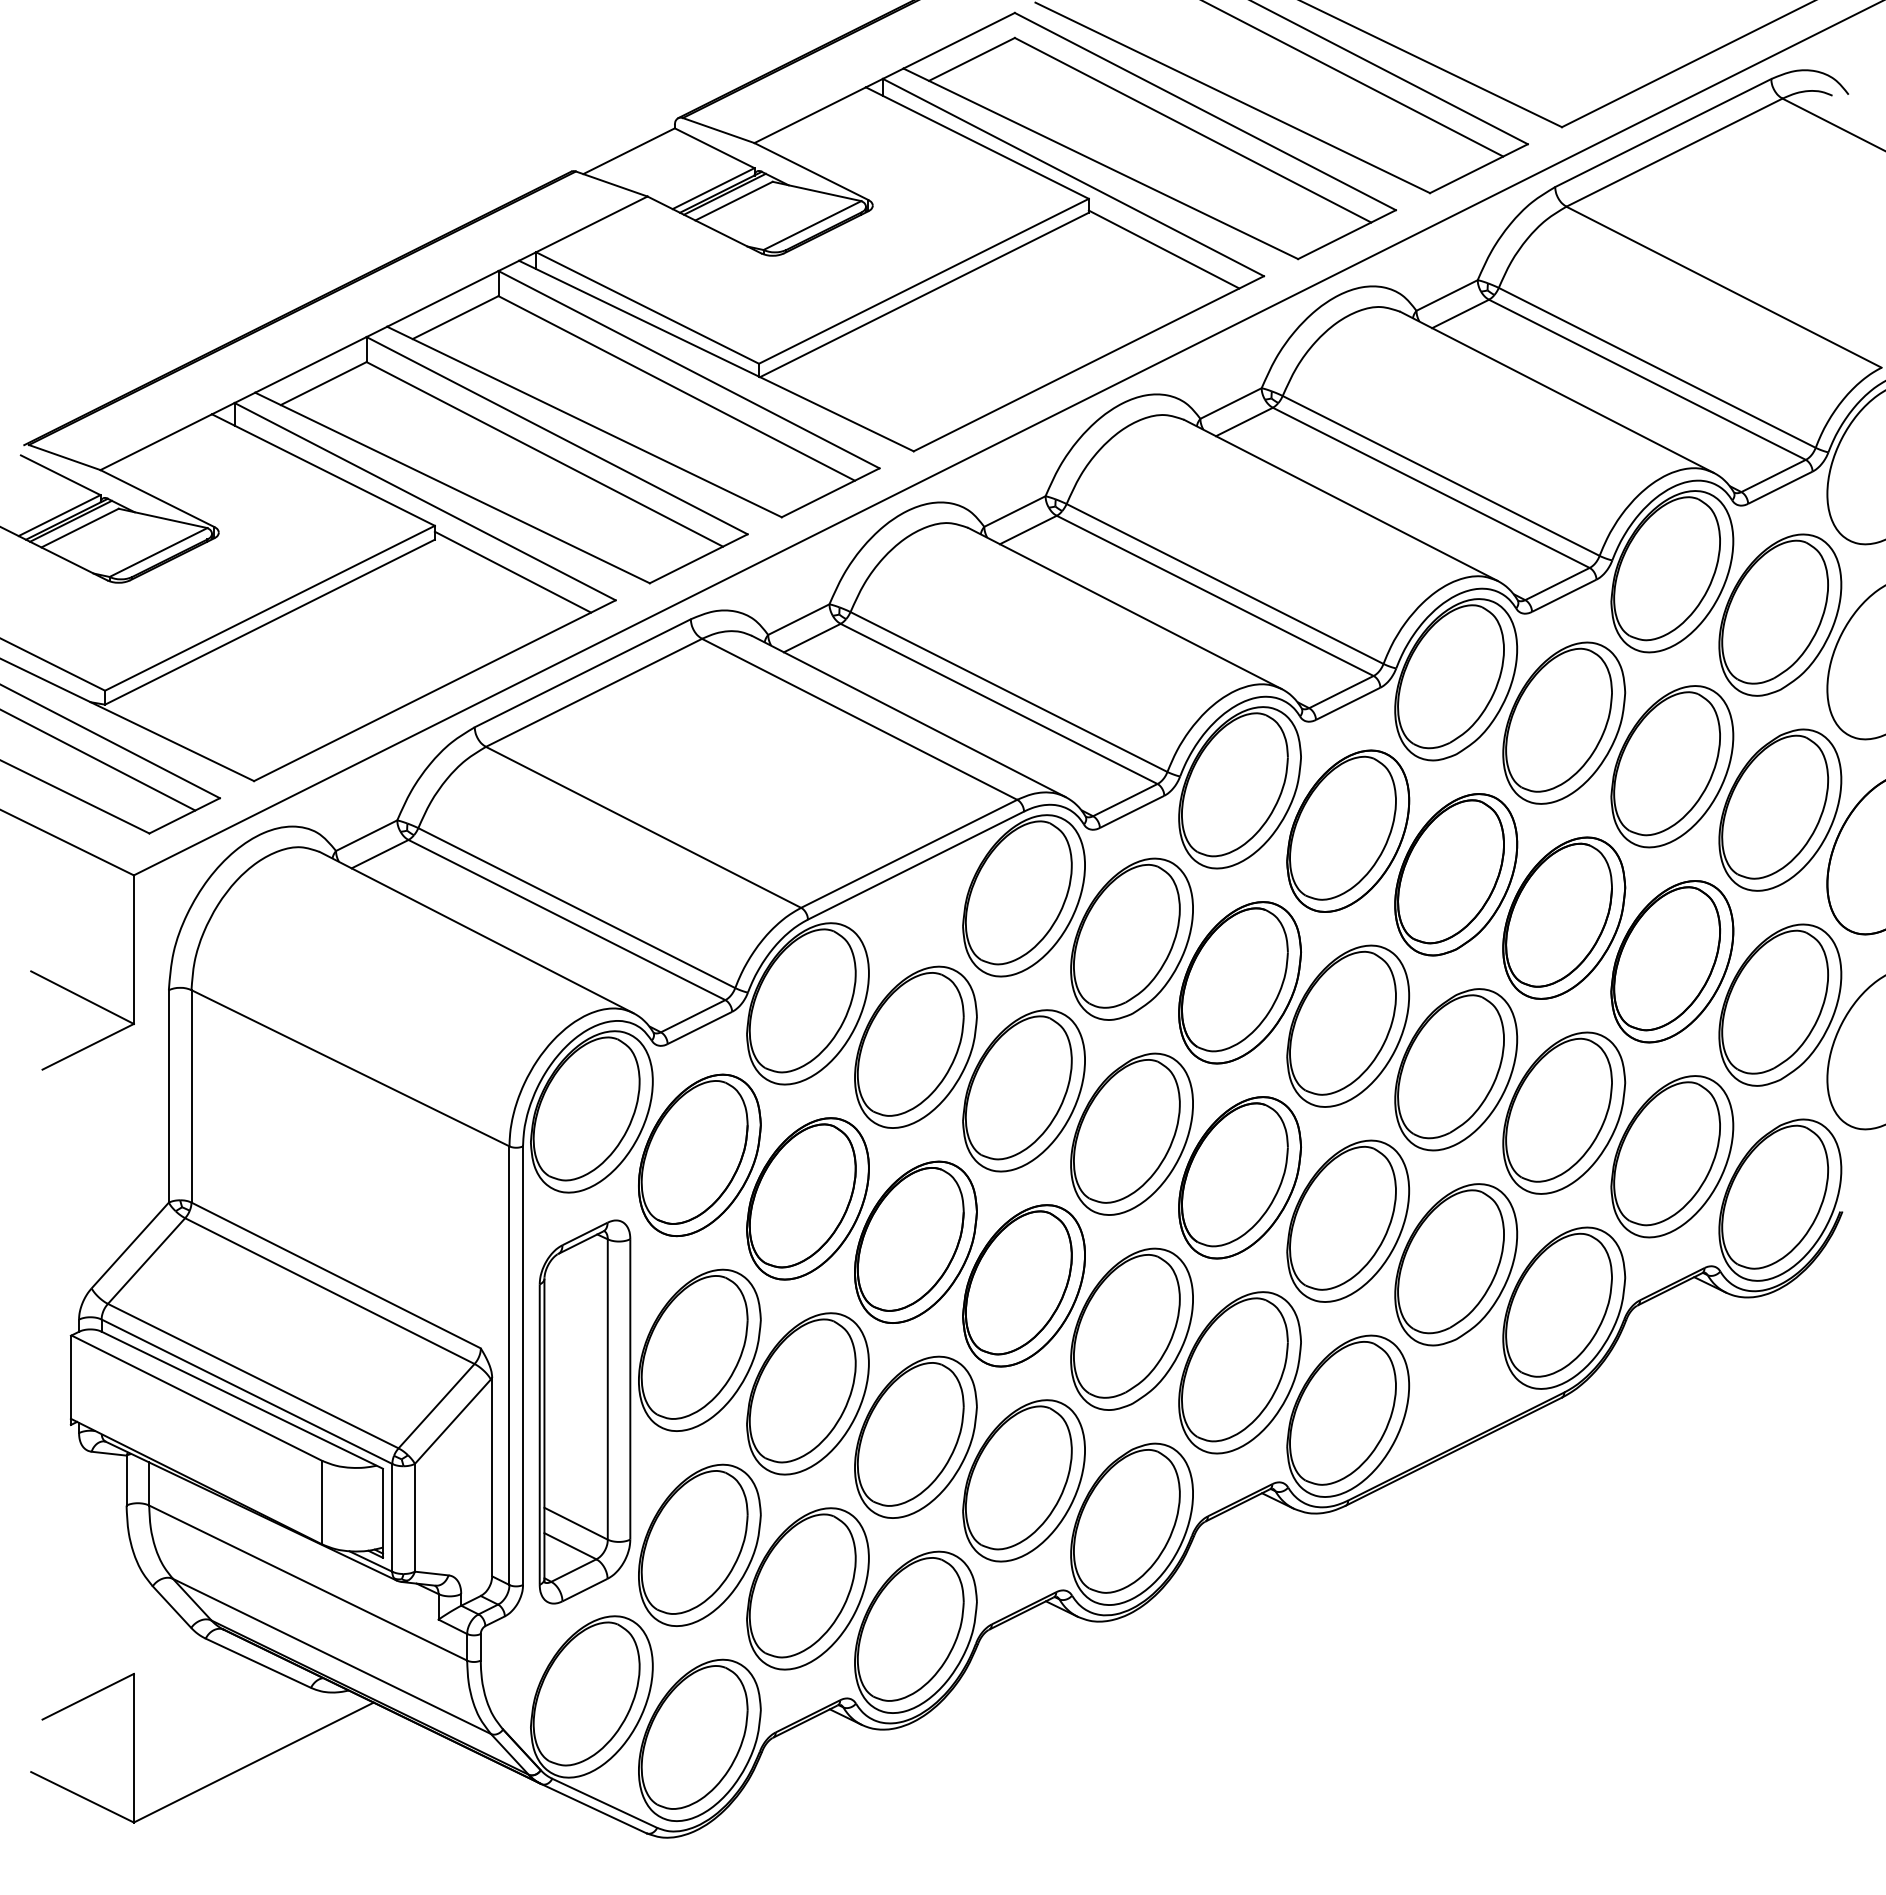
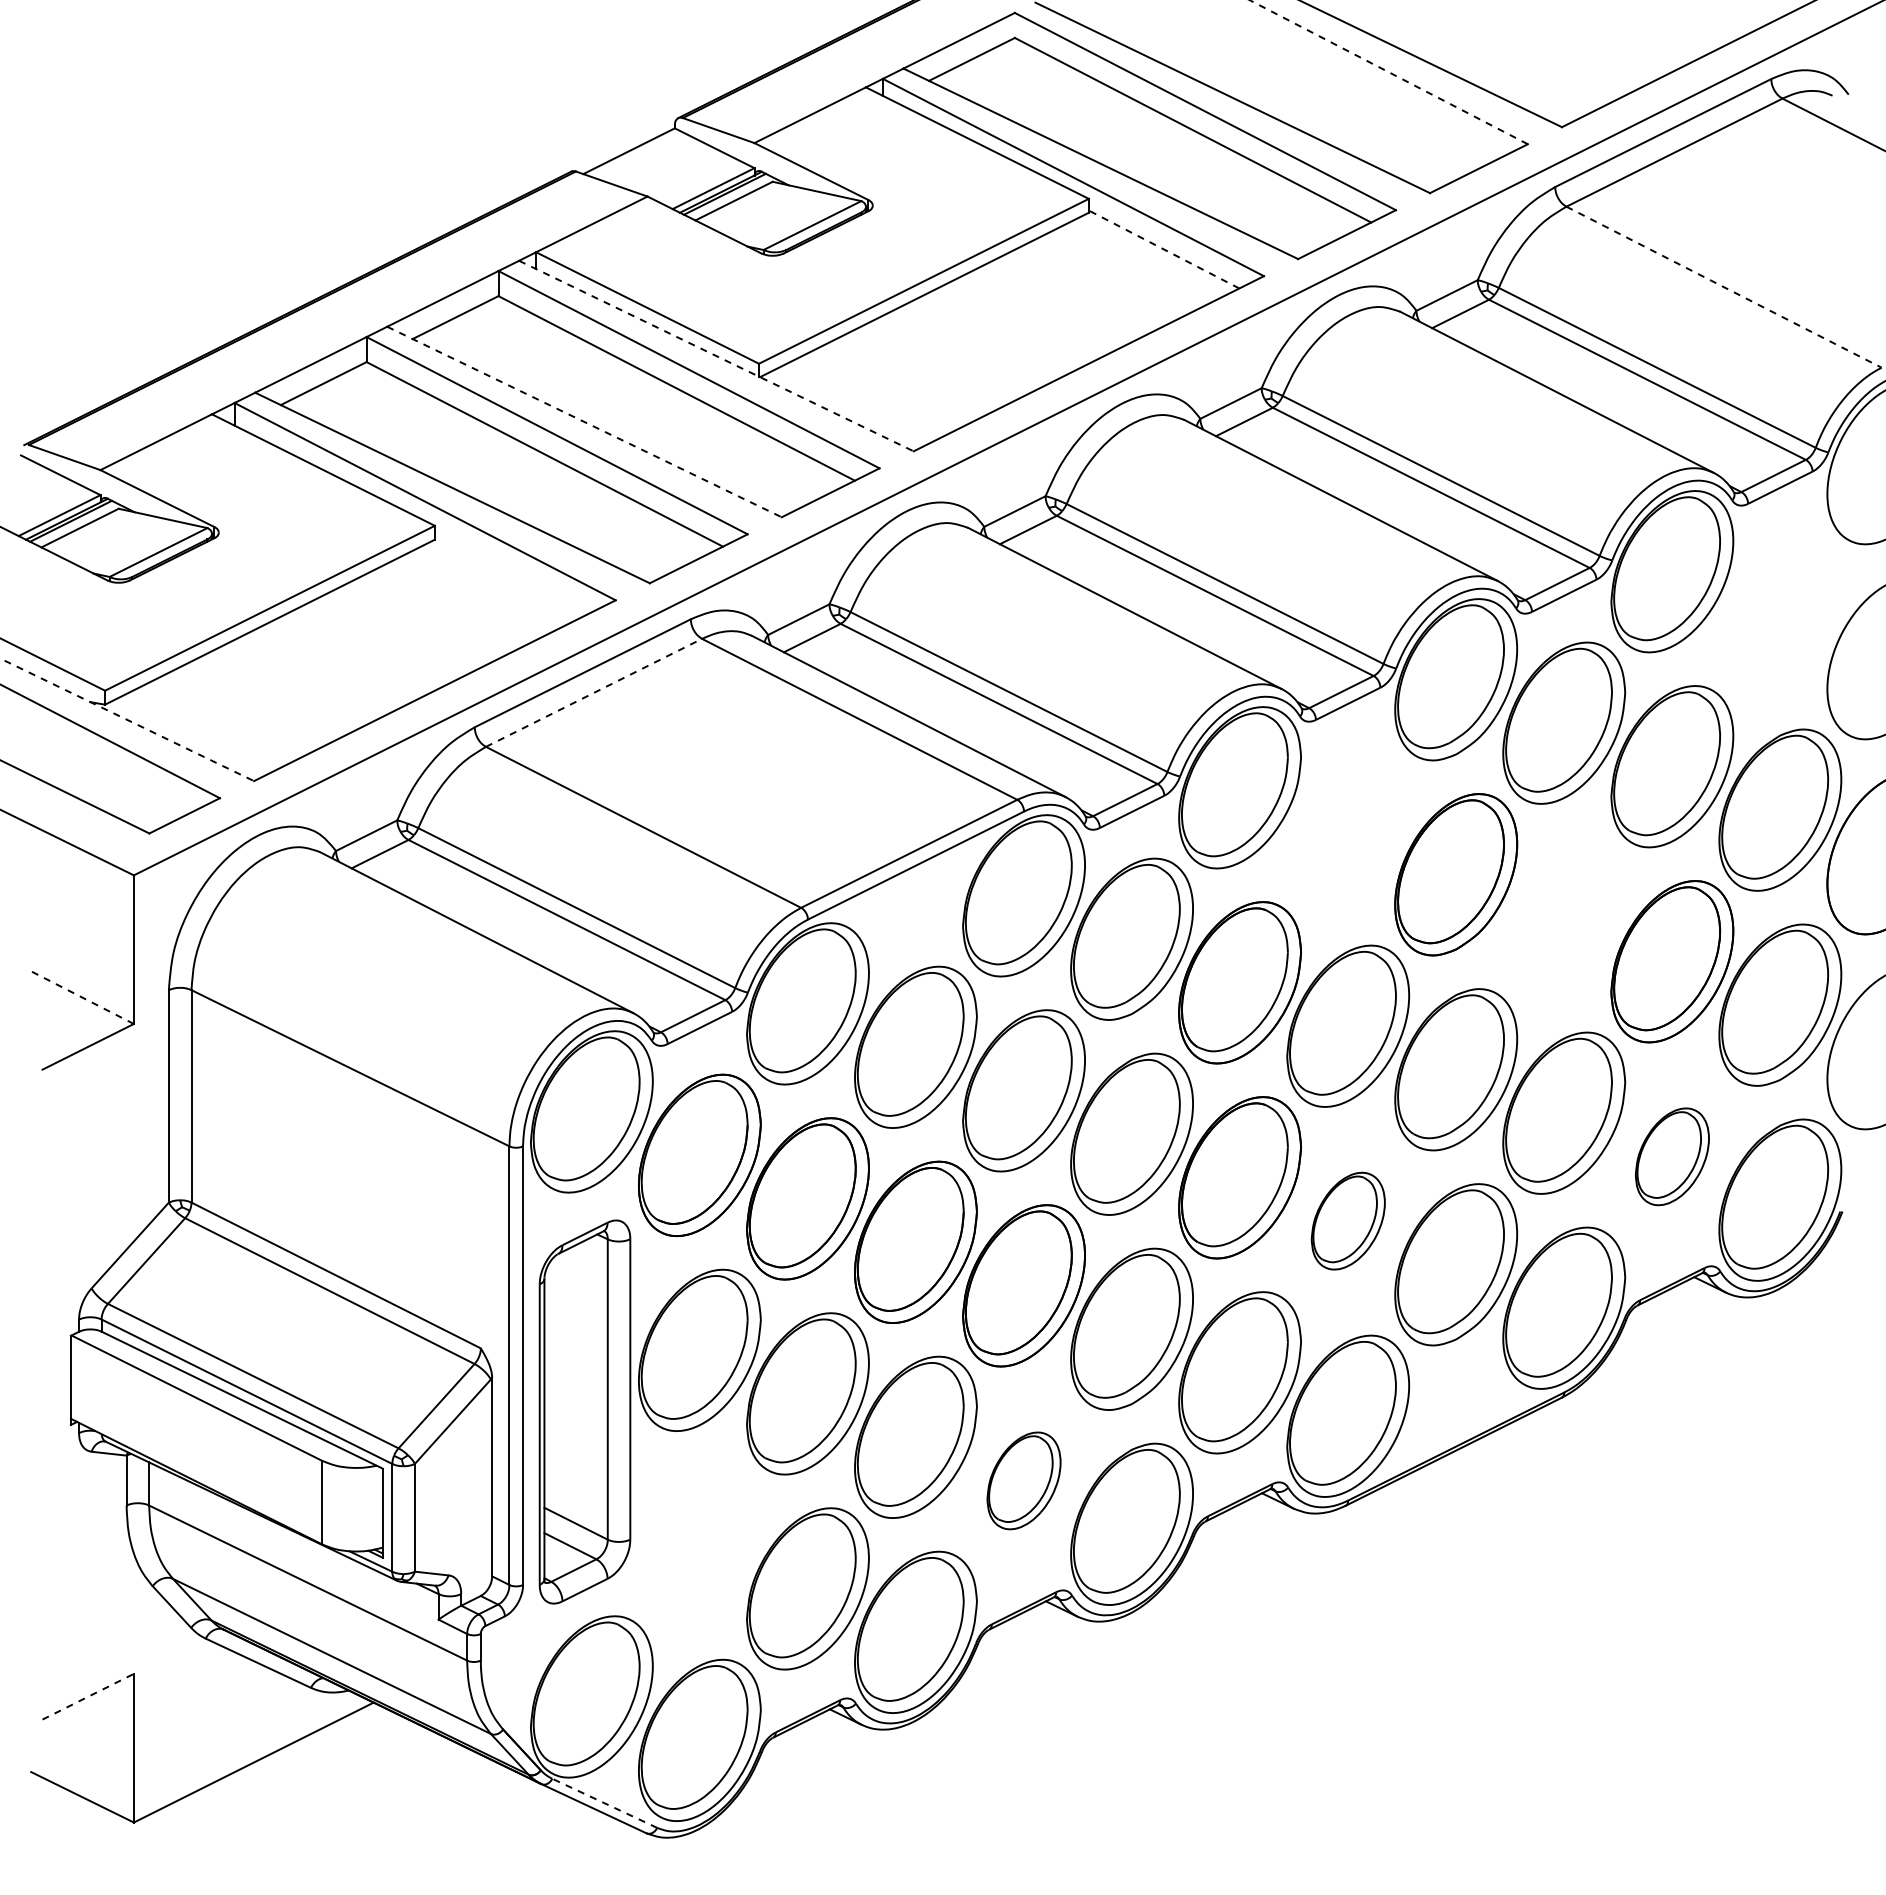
line at (1388, 72): solid -> dashed
line at (1354, 79): present -> none
line at (1164, 249): solid -> dashed
line at (1724, 287): solid -> dashed
line at (716, 356): solid -> dashed
line at (584, 422): solid -> dashed
line at (512, 571): present -> none
part at (1780, 614): present -> none
line at (594, 692): solid -> dashed
line at (127, 719): solid -> dashed
line at (98, 760): present -> none
part at (1348, 830): present -> none
part at (1564, 917): present -> none
line at (82, 997): solid -> dashed
part at (1672, 1156) size: 125x164 px -> 75x100 px
part at (1348, 1220) size: 125x164 px -> 76x100 px
part at (1023, 1480) size: 124x164 px -> 76x100 px
part at (699, 1544): present -> none
line at (88, 1696): solid -> dashed
line at (604, 1803): solid -> dashed
